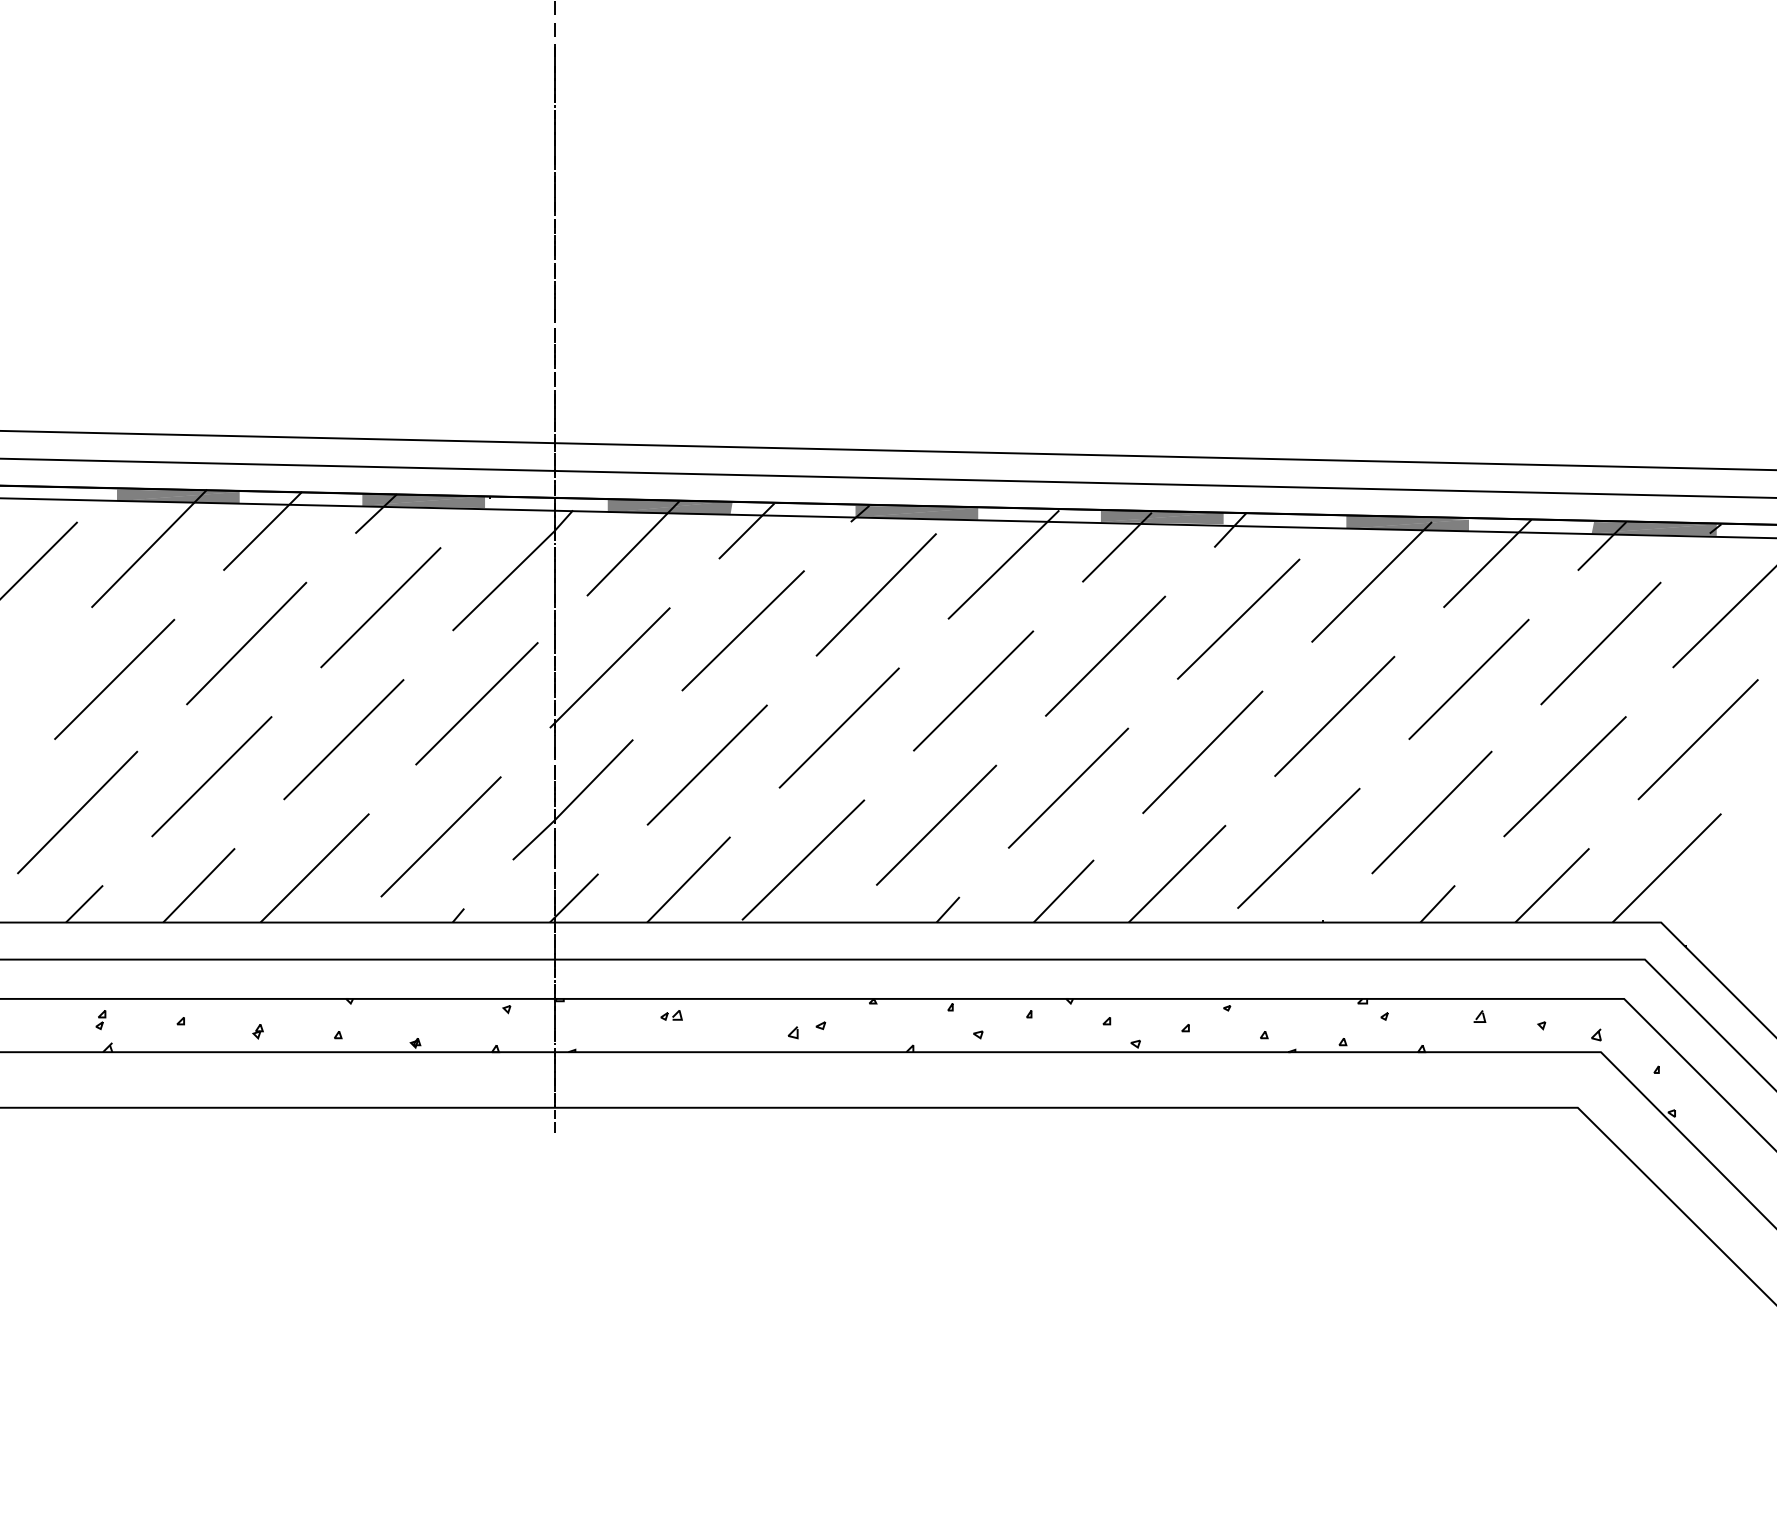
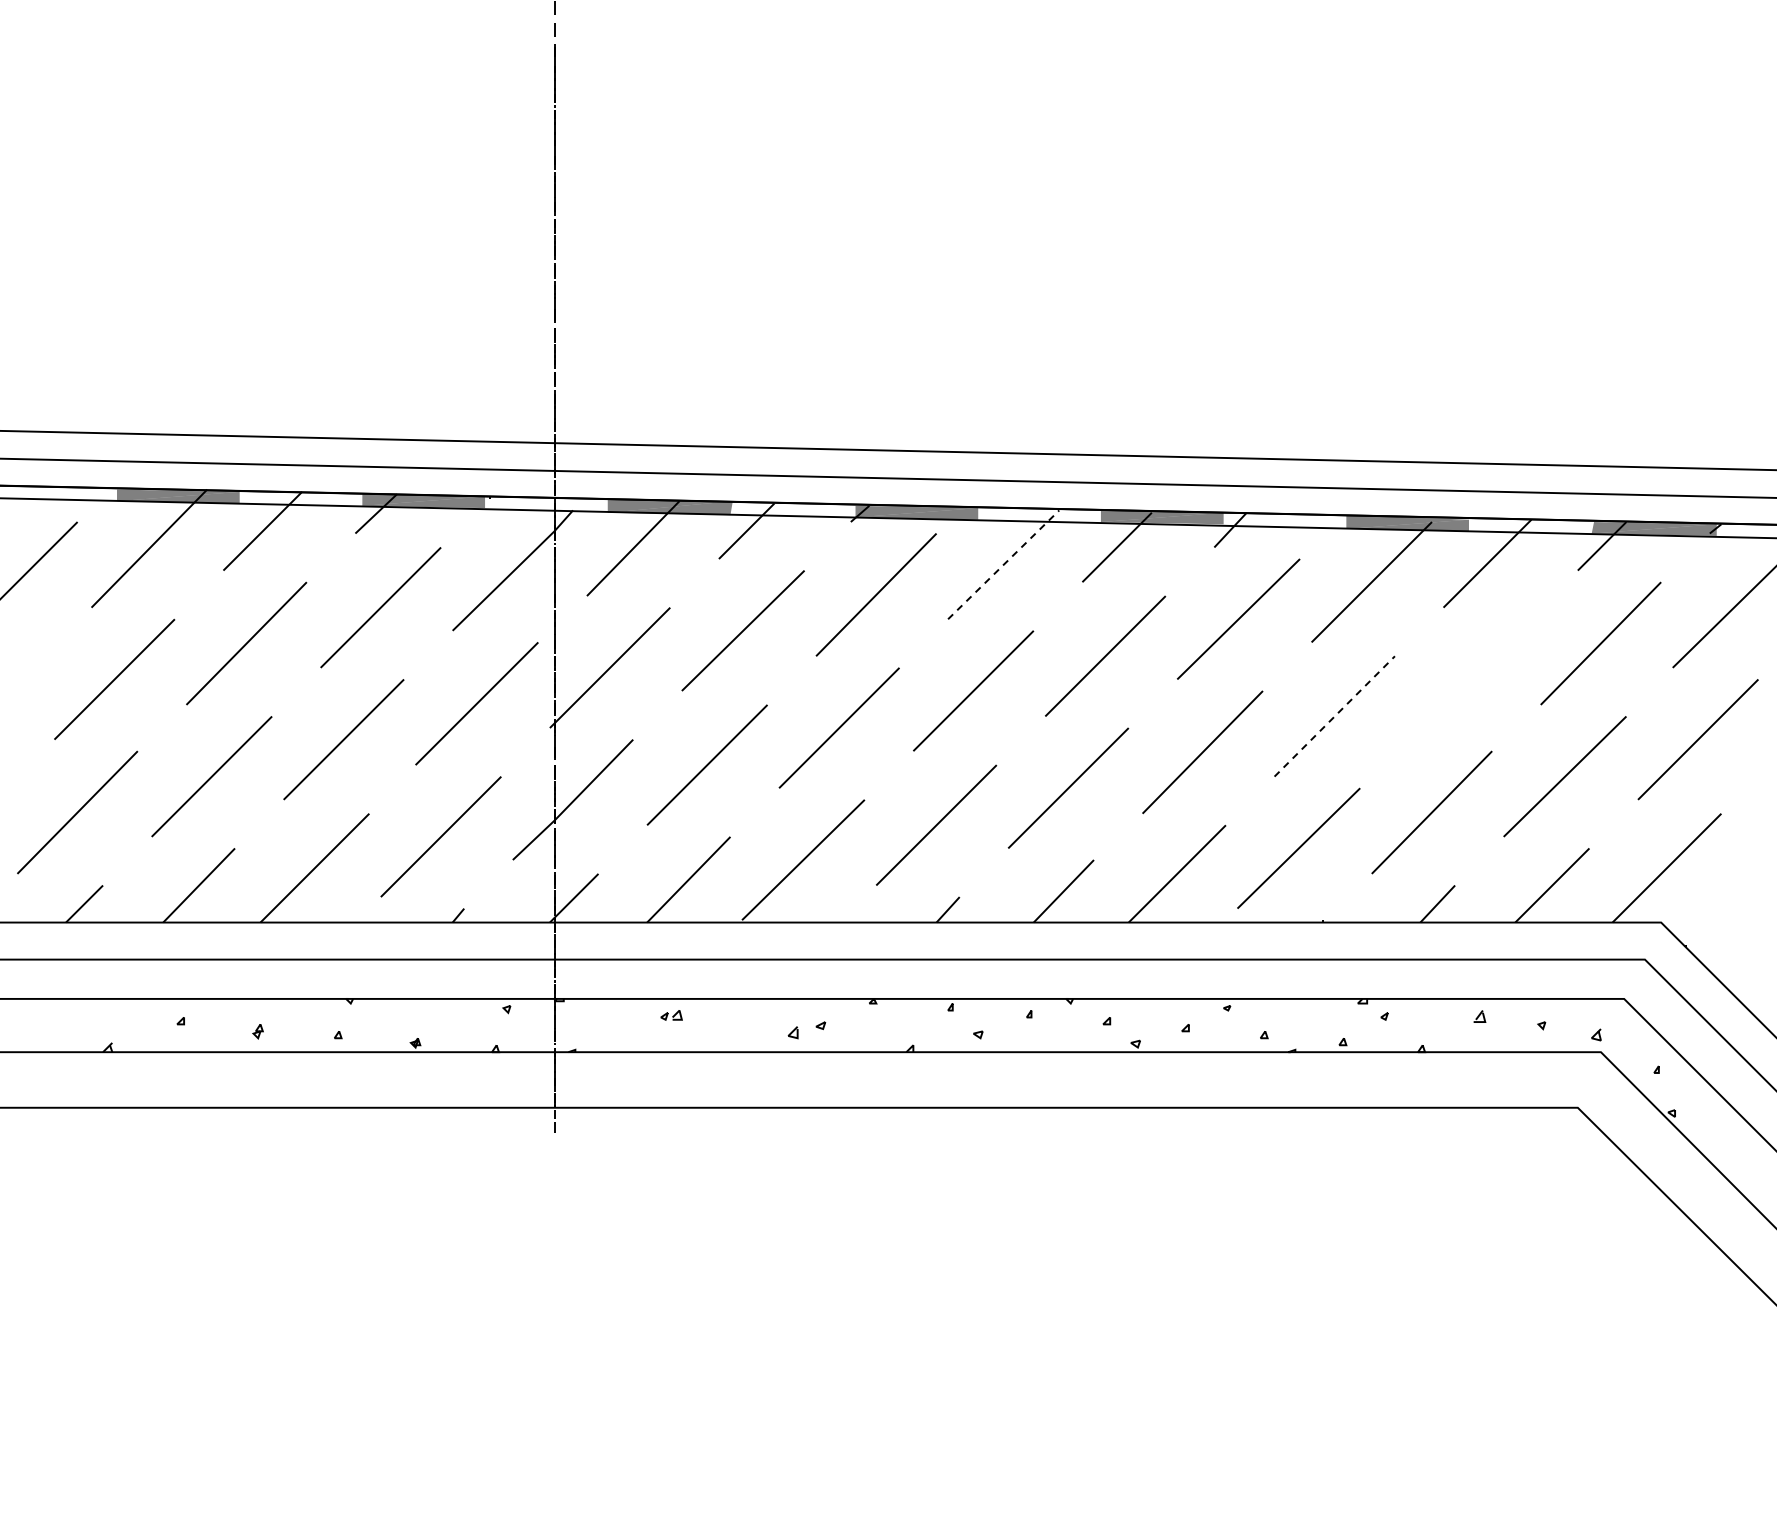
line at (1003, 564): solid -> dashed
line at (1468, 678): present -> none
line at (1335, 716): solid -> dashed
part at (100, 1020): present -> none
